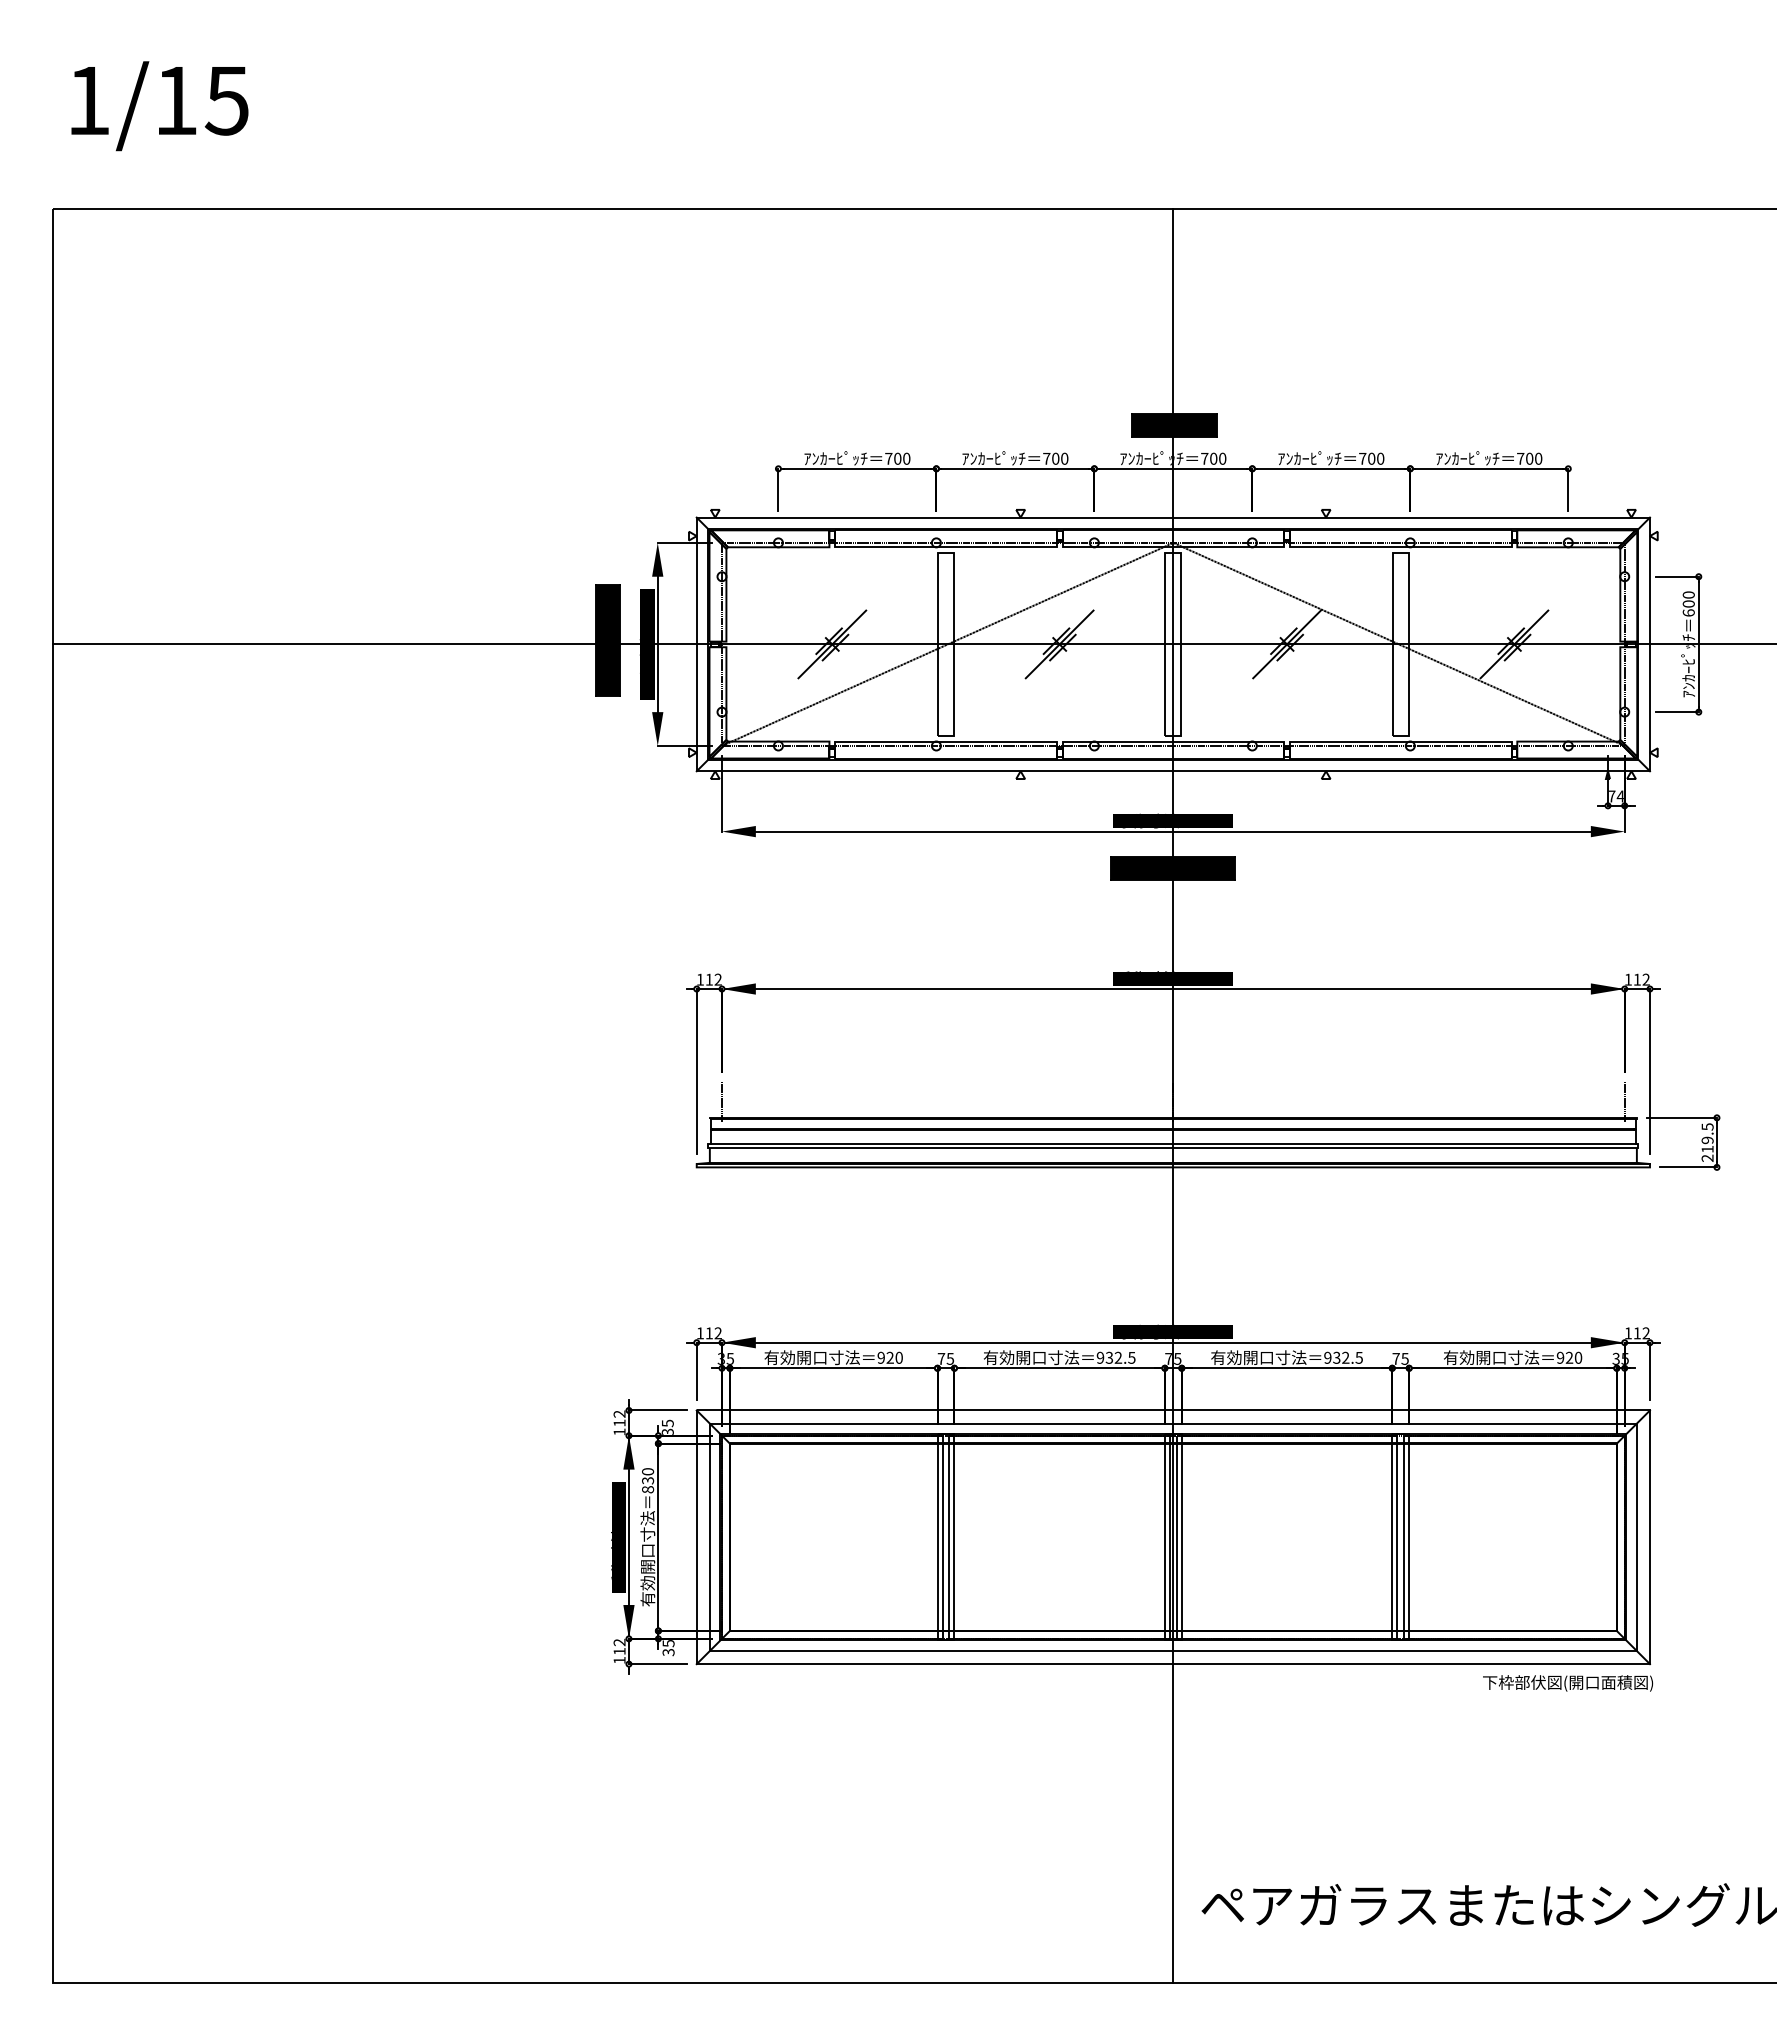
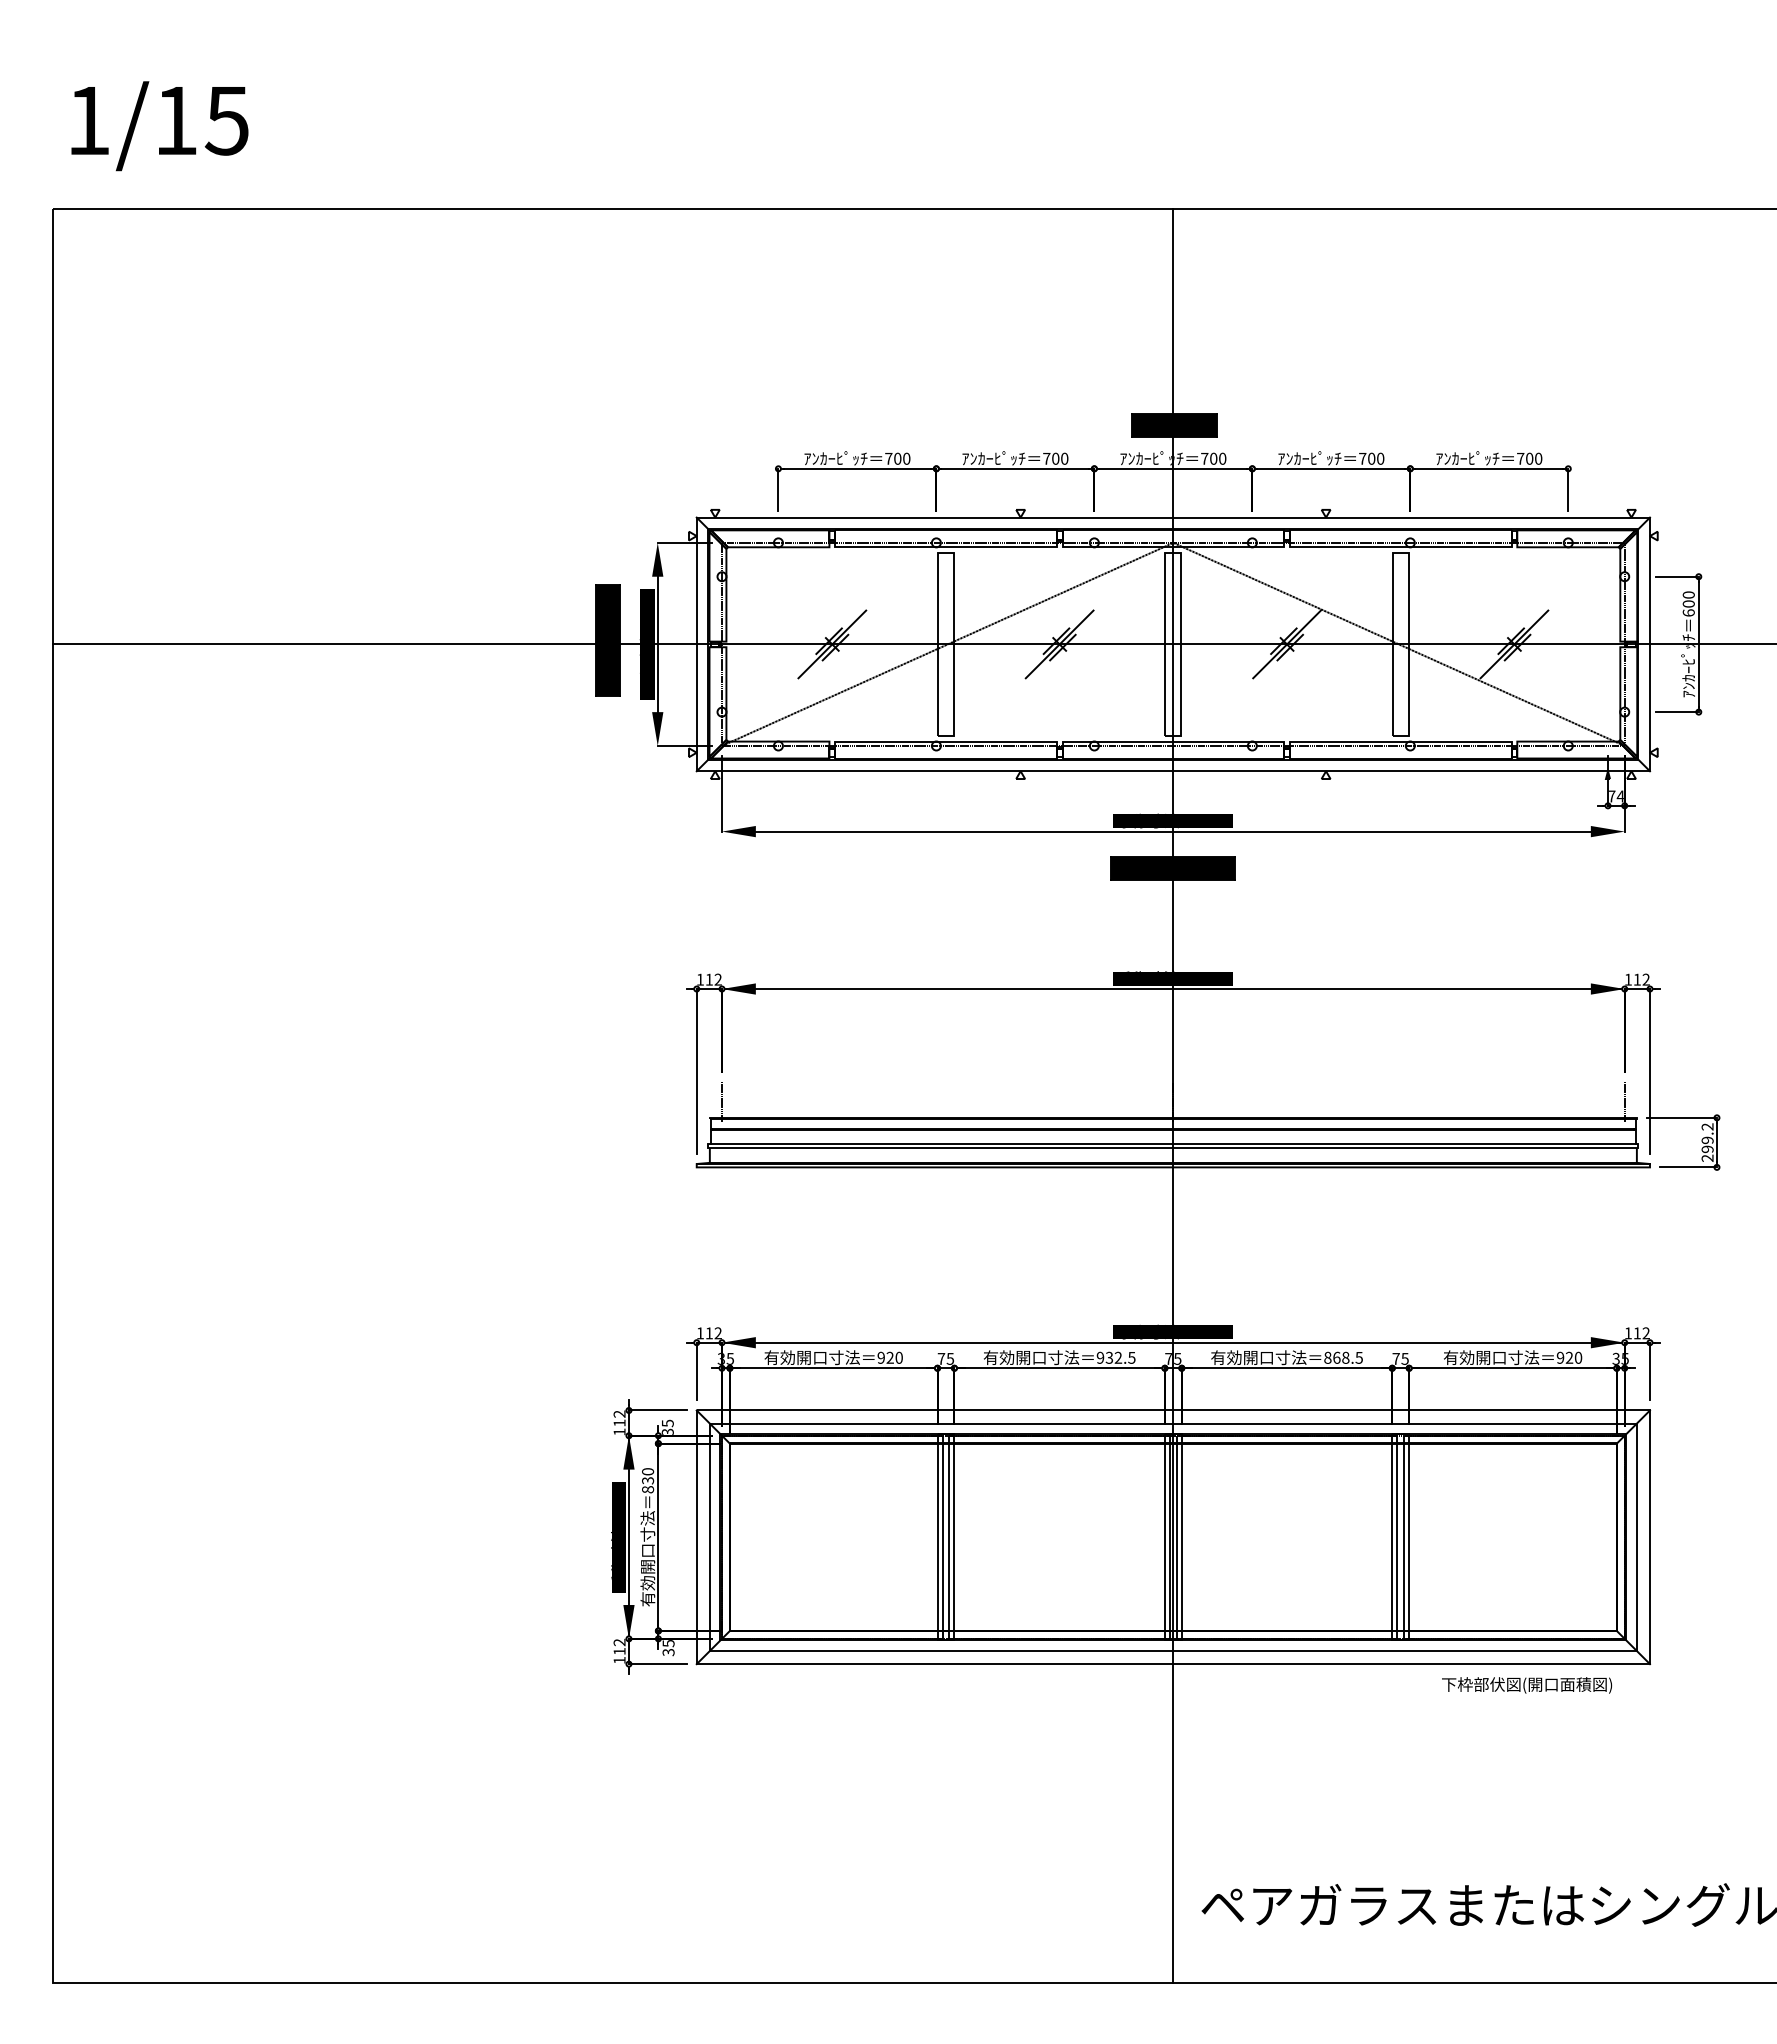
text at (159, 106) position: (159, 106) -> (159, 126)
text at (1707, 1138): 219.5 -> 299.2
text at (1336, 1357): 932.5 -> 868.5
text at (1568, 1683) position: (1568, 1683) -> (1527, 1685)
